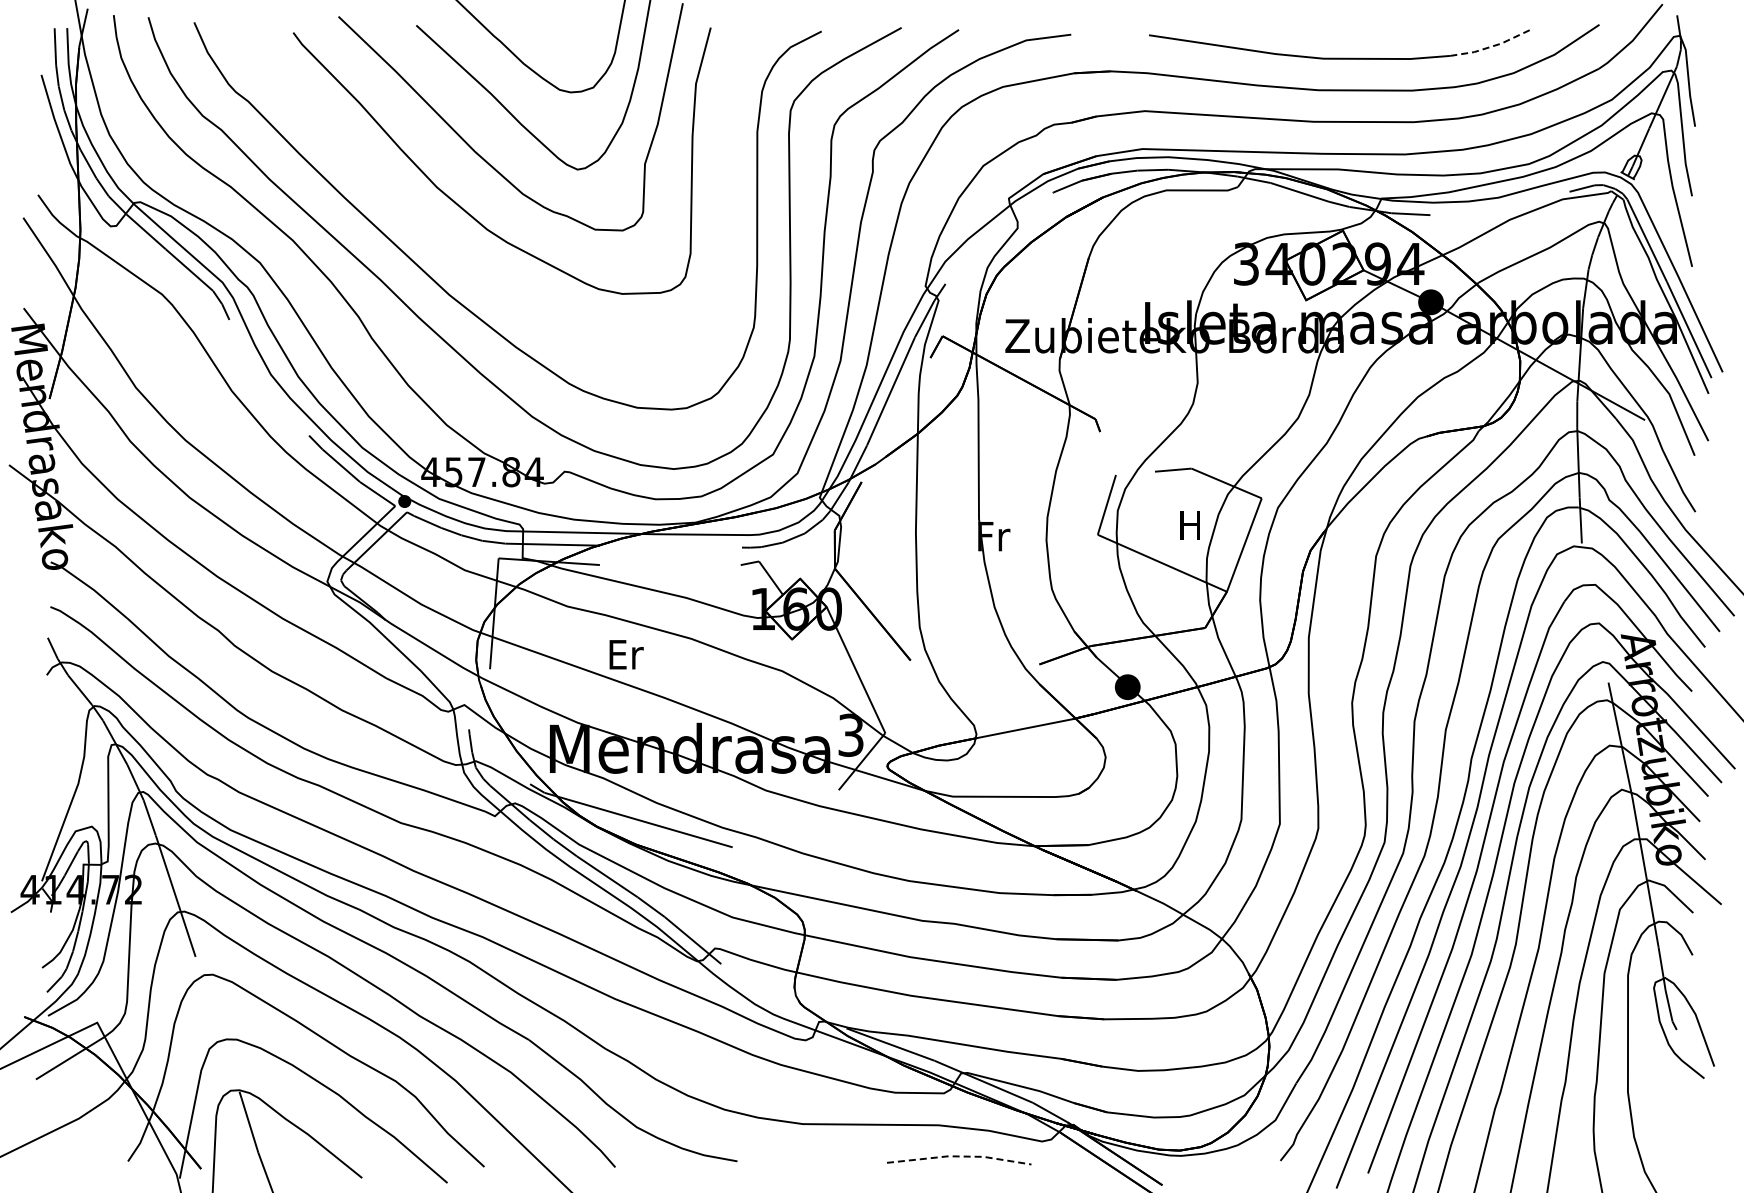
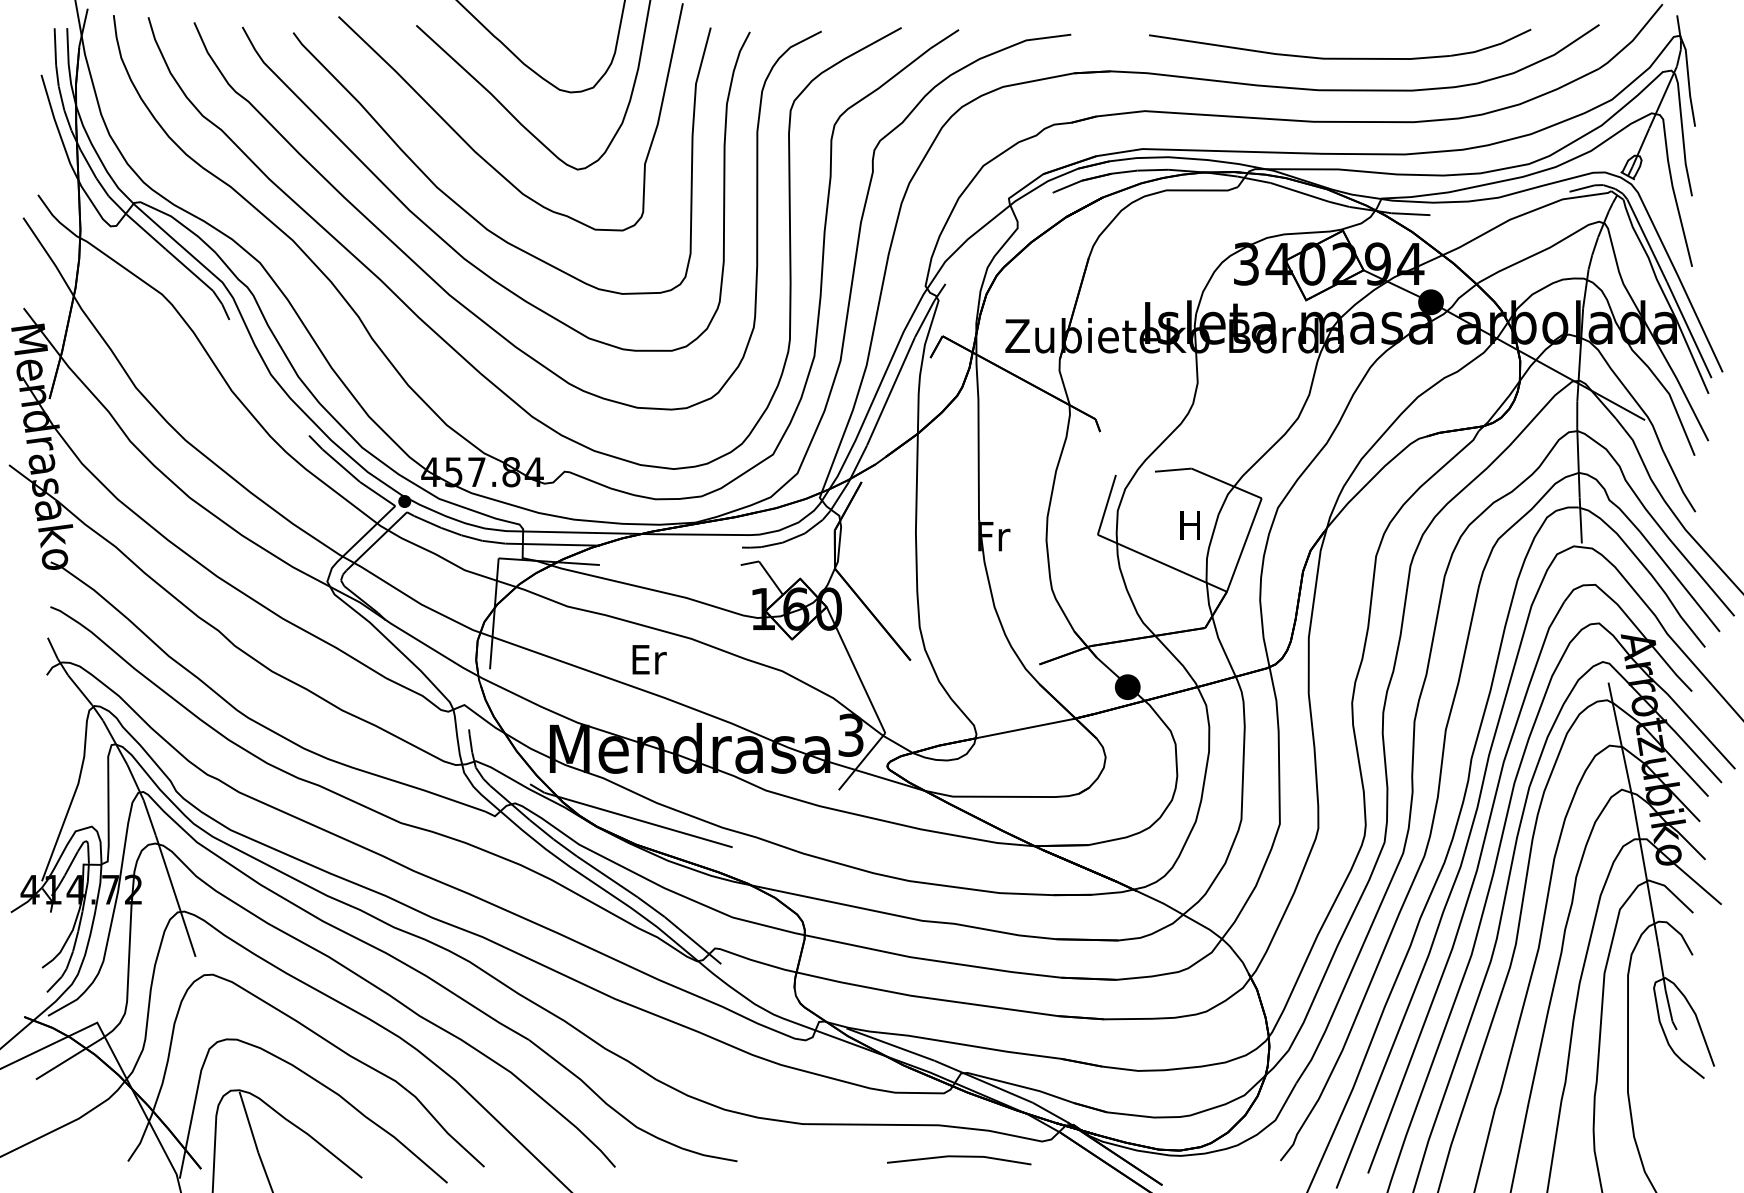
line at (1491, 46): dashed -> solid
curve at (445, 240): none -> present
text at (626, 654) position: (626, 654) -> (649, 659)
line at (960, 1156): dashed -> solid
